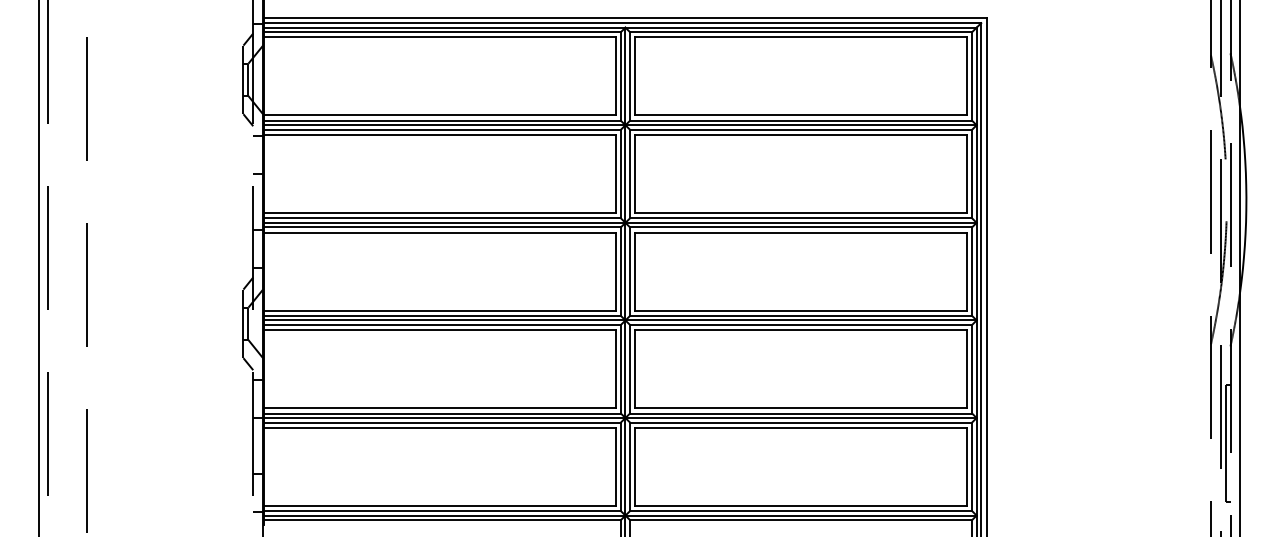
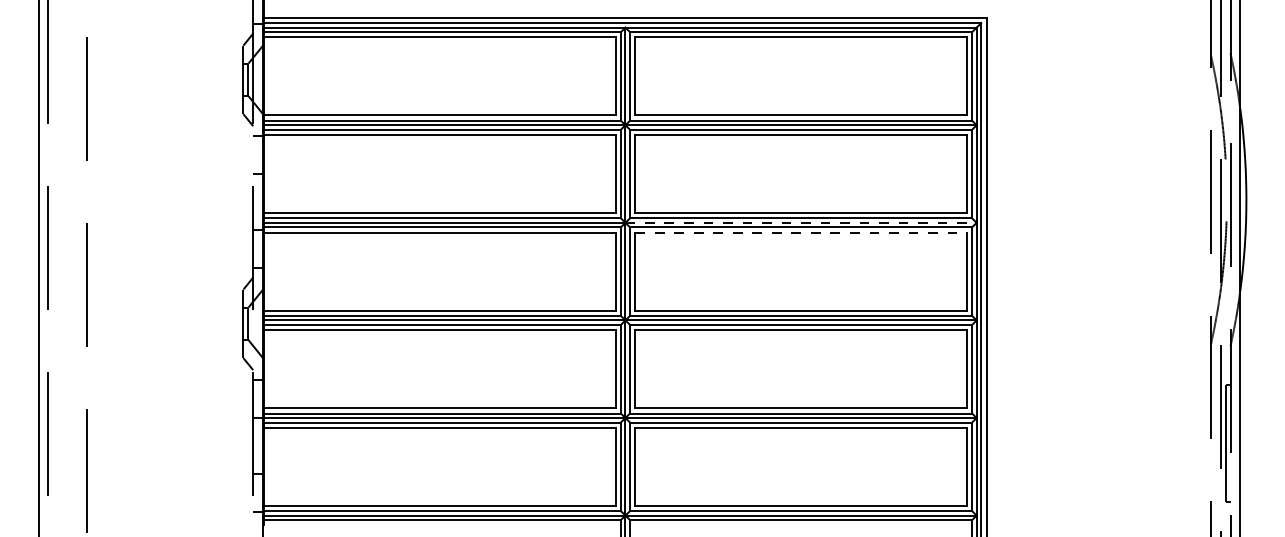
line at (801, 222): solid -> dashed
line at (801, 232): solid -> dashed
